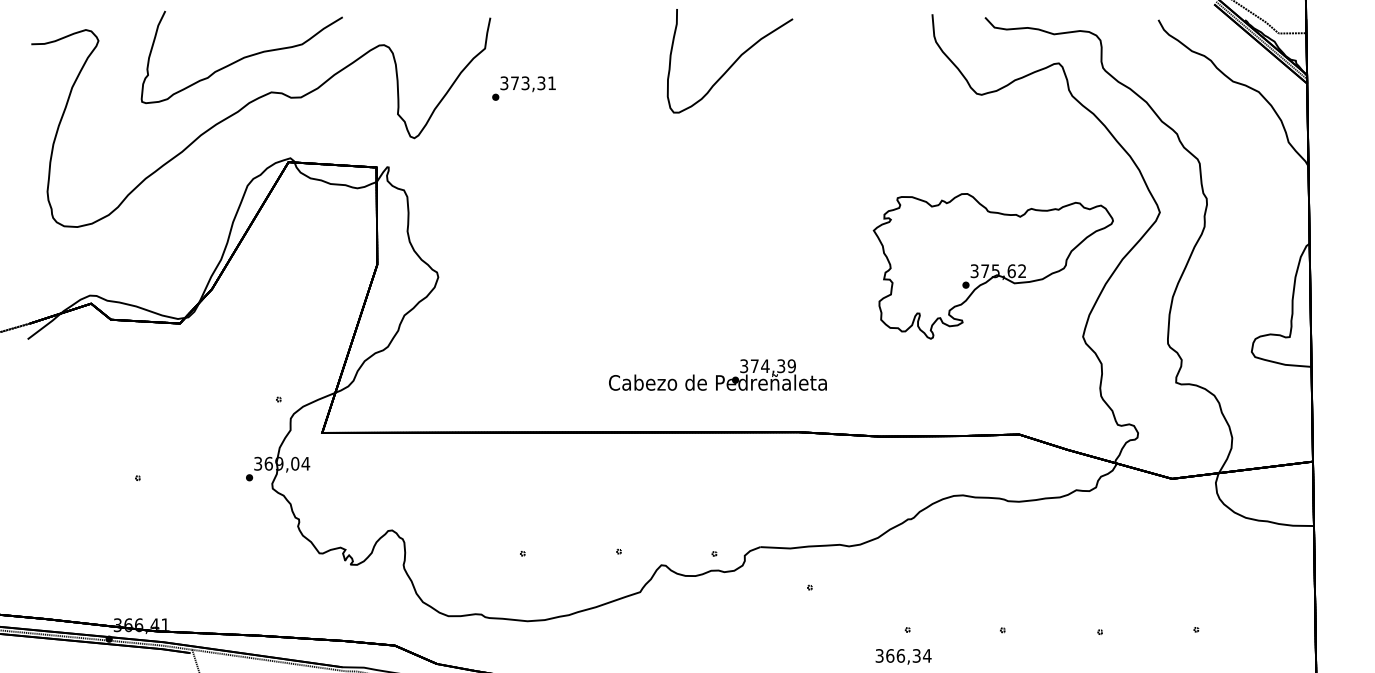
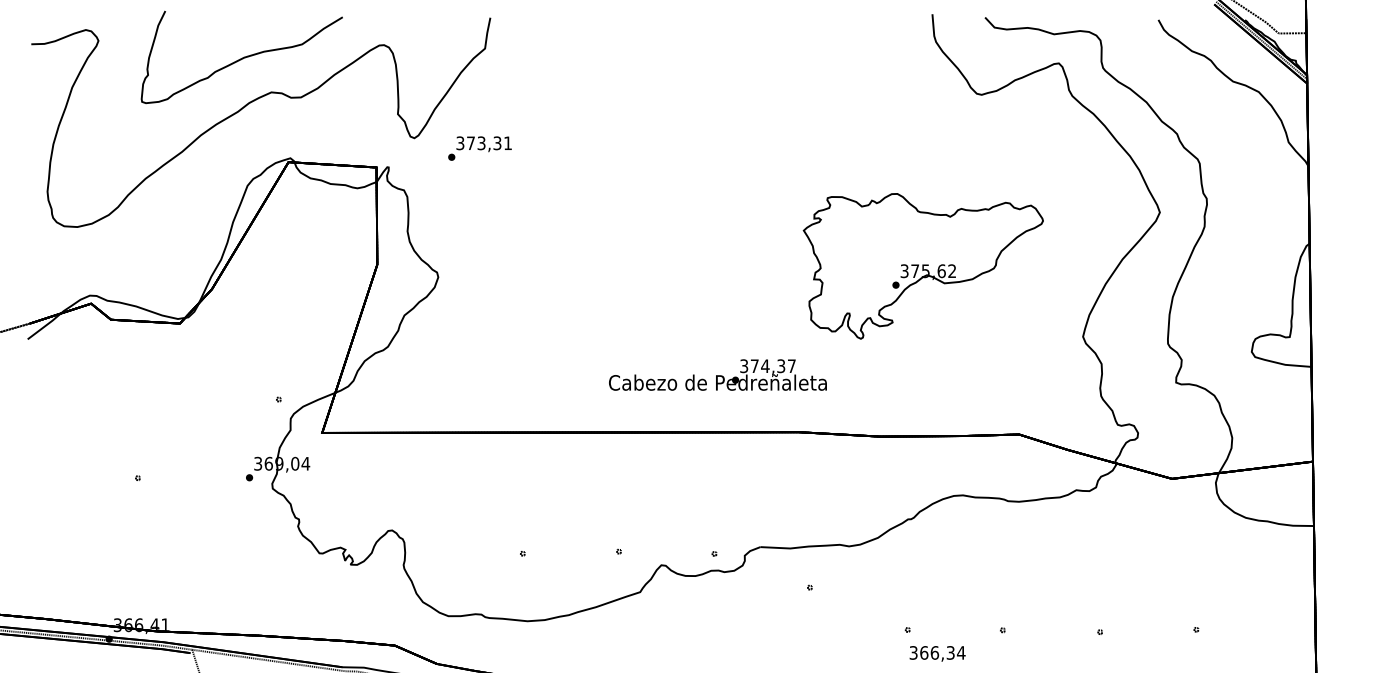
curve at (732, 63): present -> none
text at (523, 88) position: (523, 88) -> (479, 148)
part at (992, 266) position: (992, 266) -> (922, 266)
text at (791, 366): 374,39 -> 374,37
text at (903, 656) position: (903, 656) -> (937, 653)
